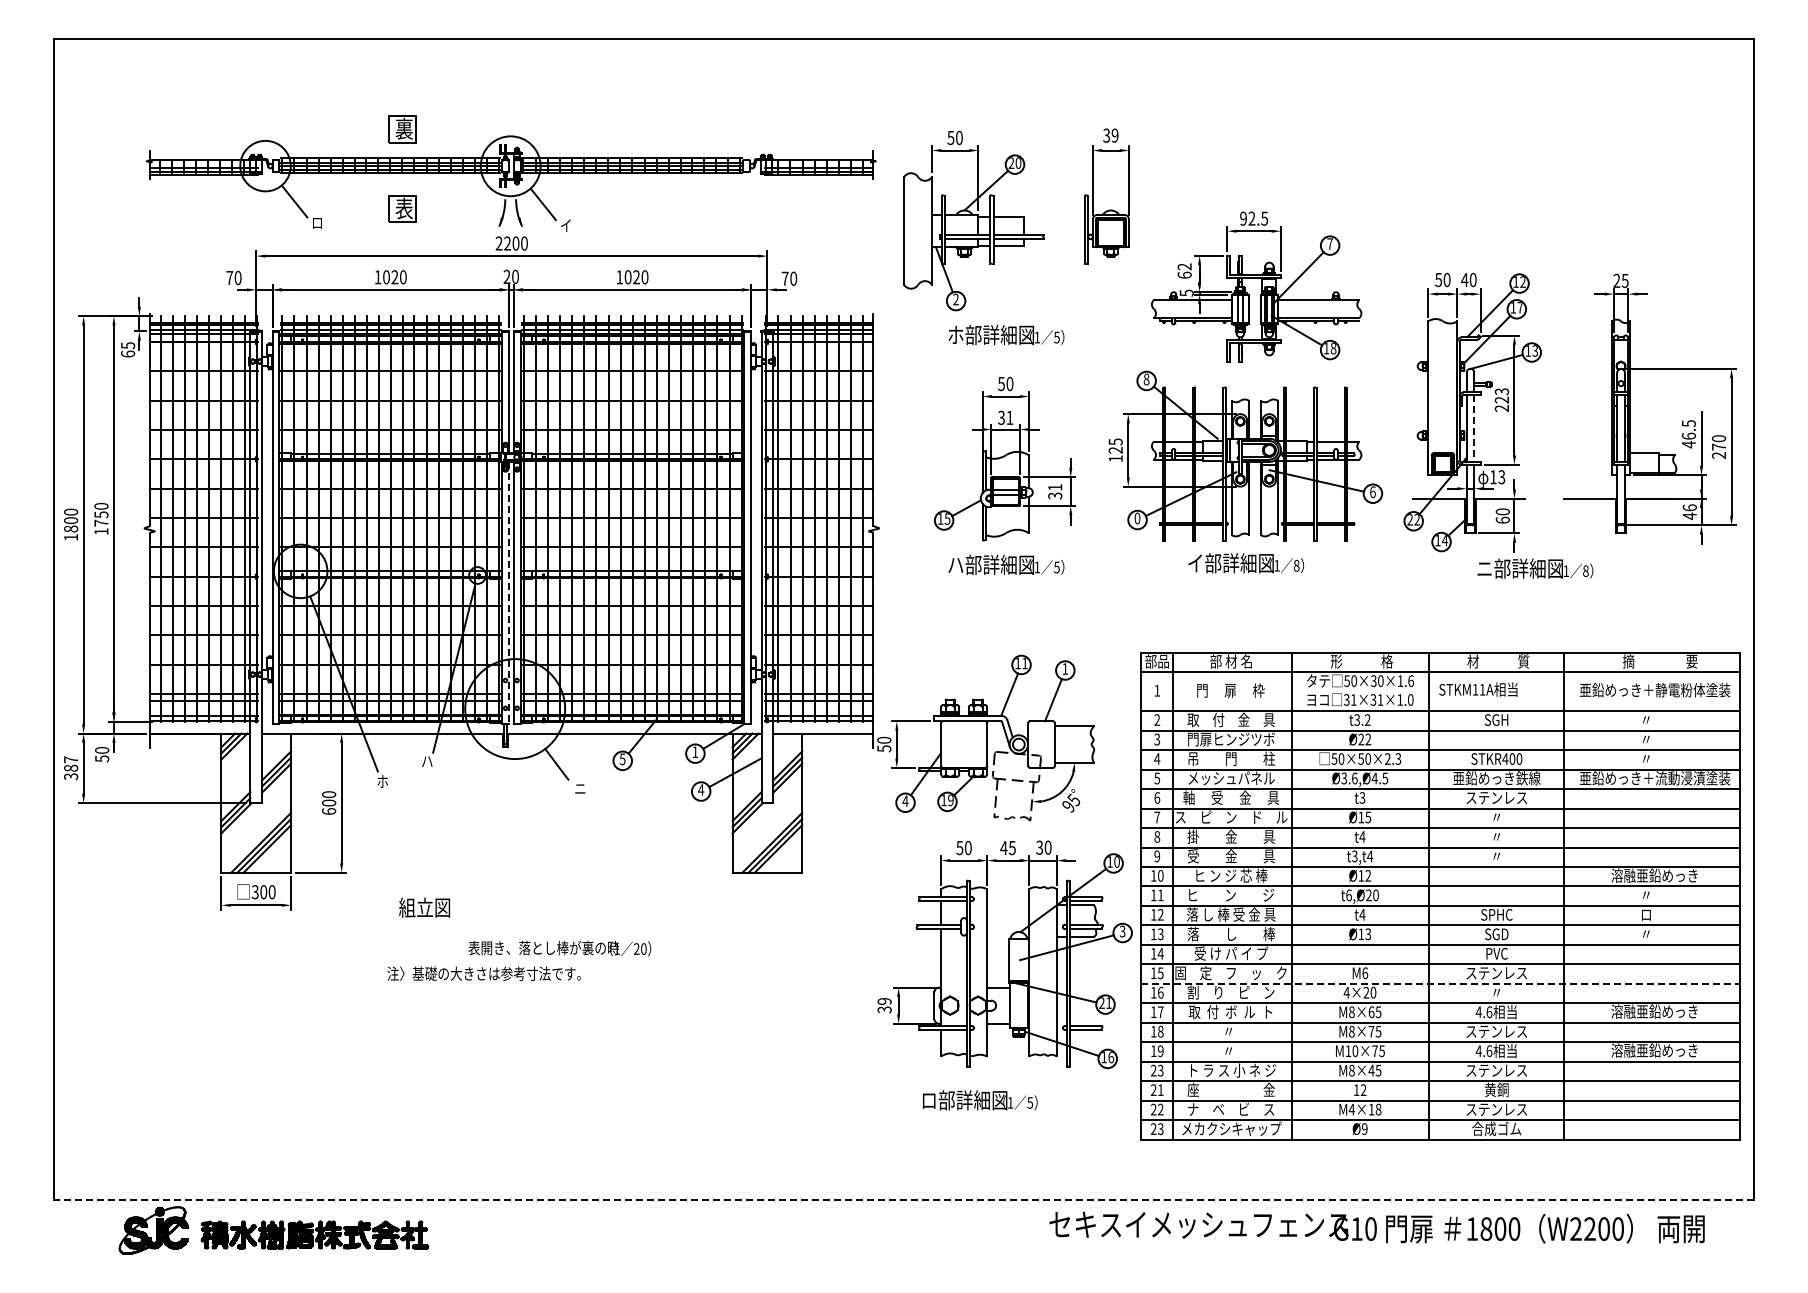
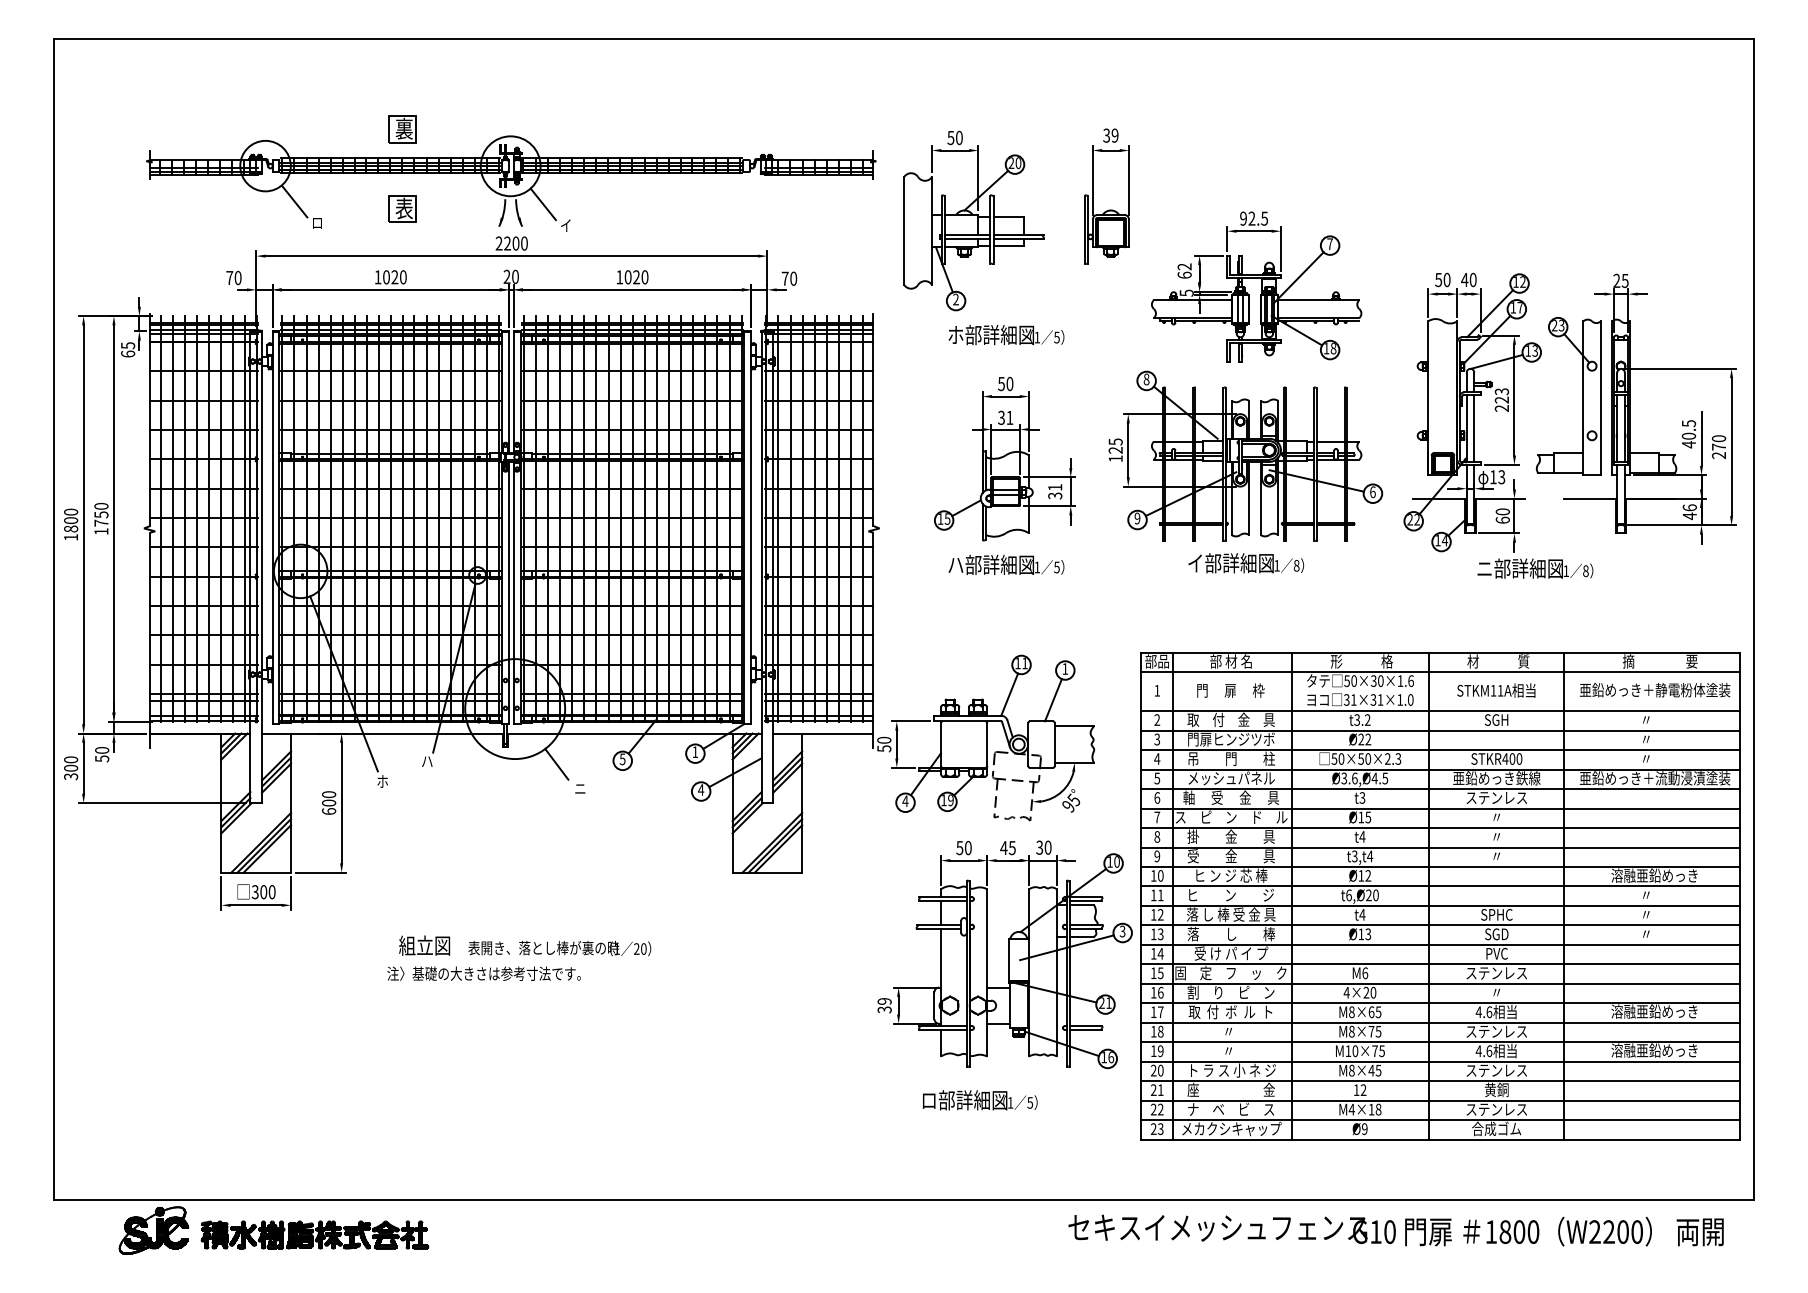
part at (1582, 396): none -> present
line at (1474, 428): dashed -> solid
text at (1688, 435): 46.5 -> 40.5
text at (1137, 518): 0 -> 9
line at (509, 593): dashed -> solid
text at (1478, 689) position: (1478, 689) -> (1496, 690)
text at (71, 763): 387 -> 300
text at (424, 907) position: (424, 907) -> (424, 945)
text at (1646, 914): ロ -> 〃
line at (1440, 983): dashed -> solid
text at (1160, 1070): 23 -> 20
line at (903, 1199): dashed -> solid
text at (1376, 1227) position: (1376, 1227) -> (1395, 1230)
